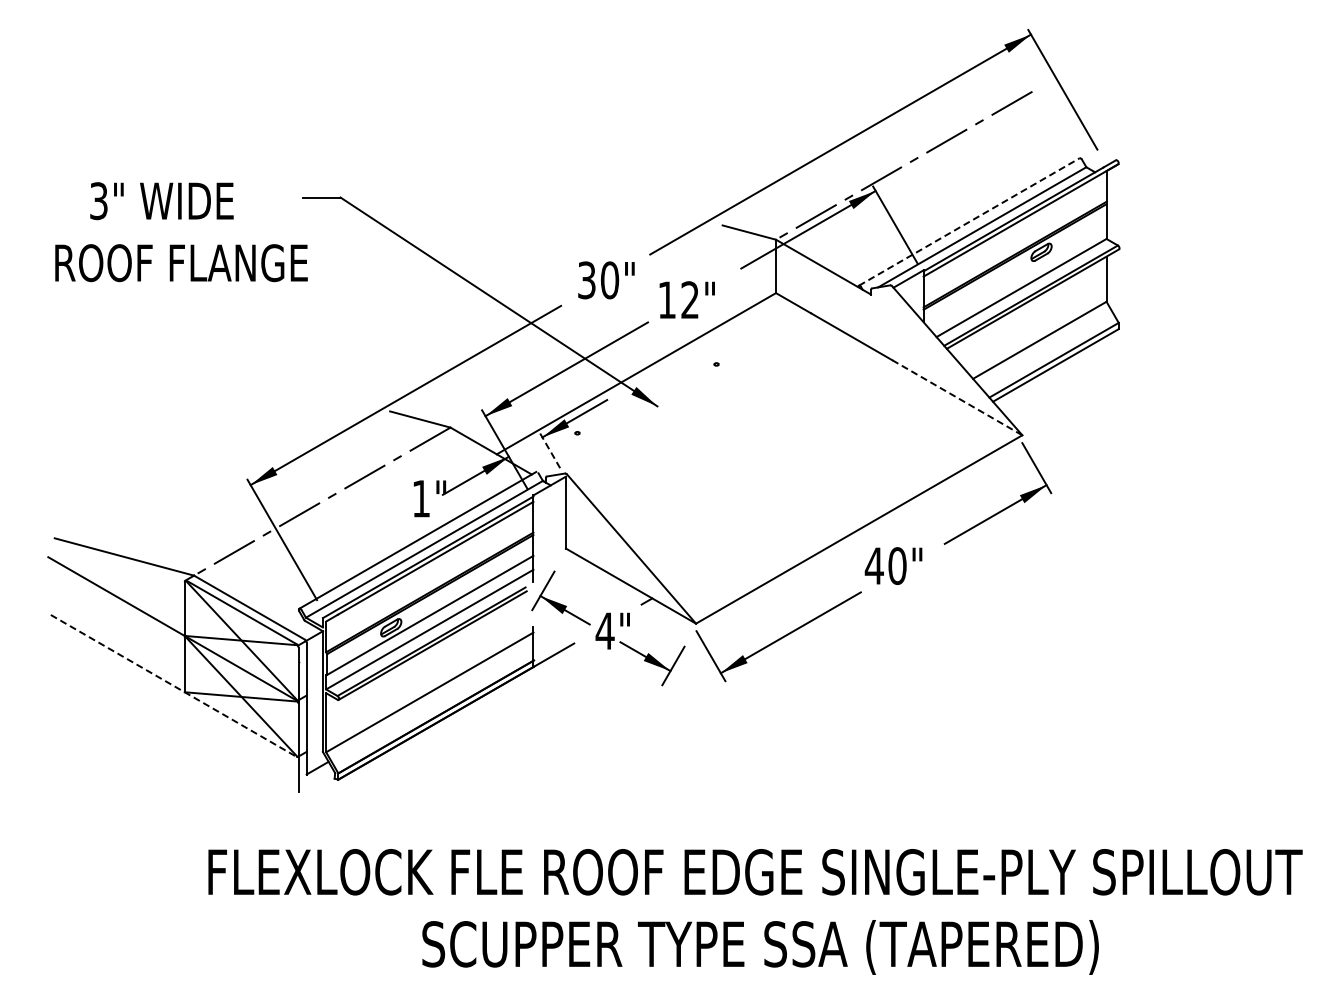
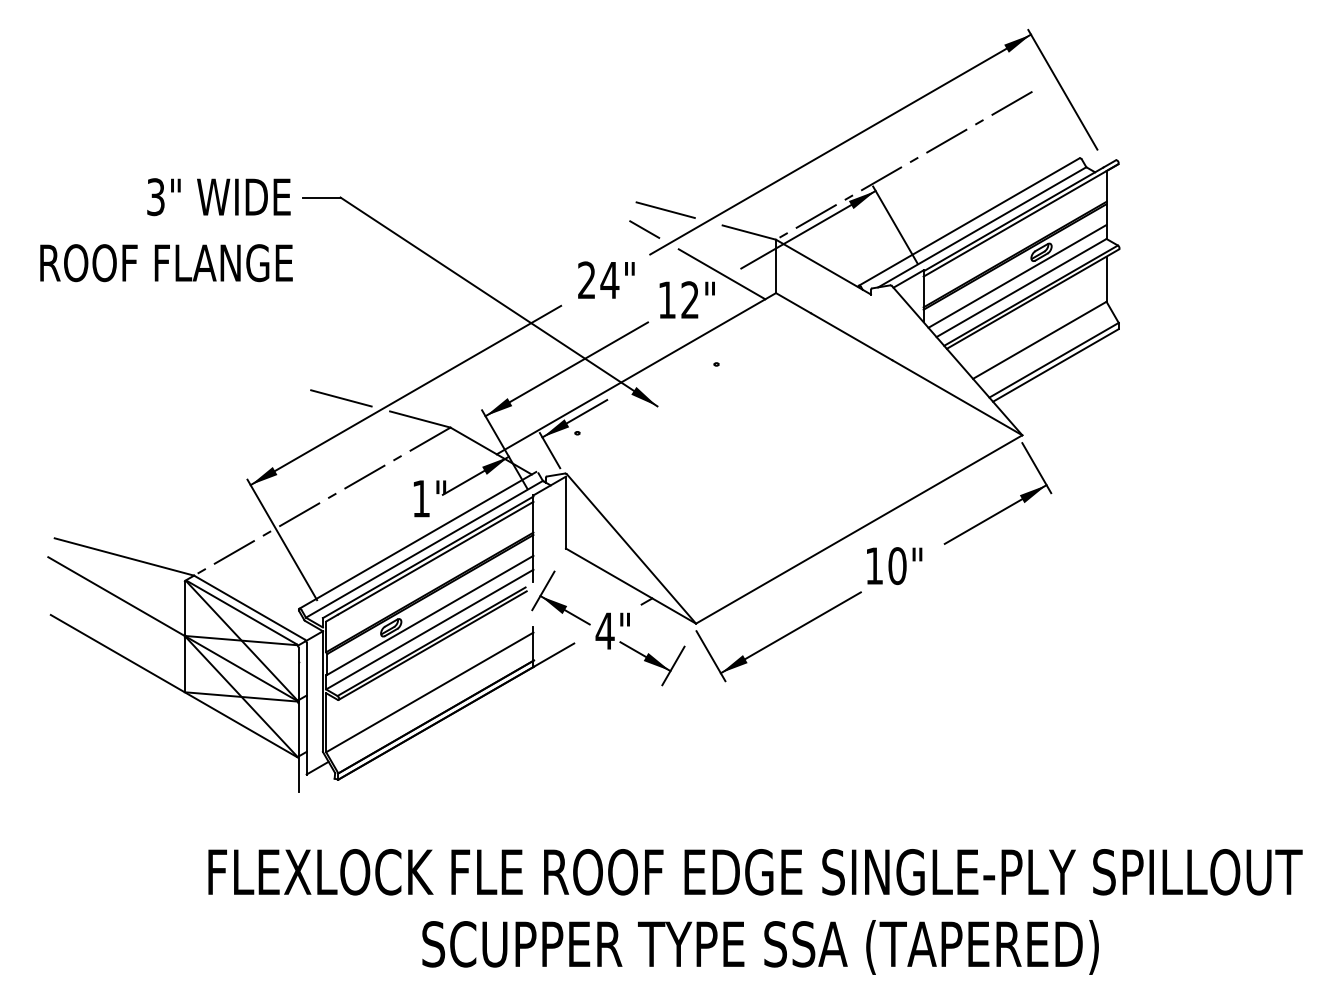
text at (161, 201) position: (161, 201) -> (218, 197)
line at (665, 209): none -> present
line at (969, 221): dashed -> solid
line at (644, 229): none -> present
text at (181, 263) position: (181, 263) -> (166, 263)
line at (721, 274): none -> present
line at (1017, 276): none -> present
text at (598, 280): 30" -> 24"
line at (341, 398): none -> present
line at (957, 398): dashed -> solid
line at (549, 450): dashed -> solid
text at (873, 565): 40" -> 10"
line at (175, 686): dashed -> solid
